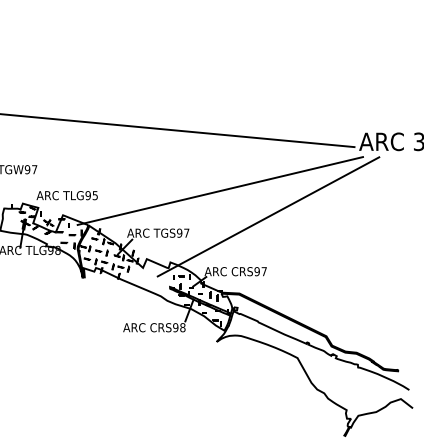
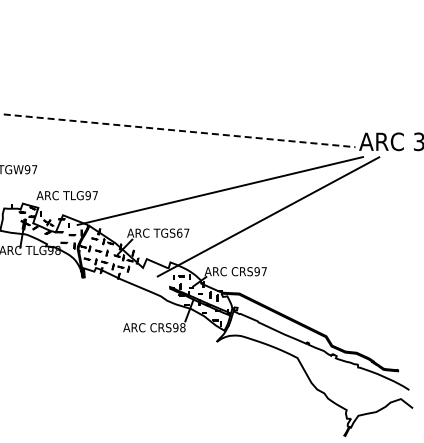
line at (178, 130): solid -> dashed
text at (94, 195): TLG95 -> TLG97
text at (179, 232): TGS97 -> TGS67
